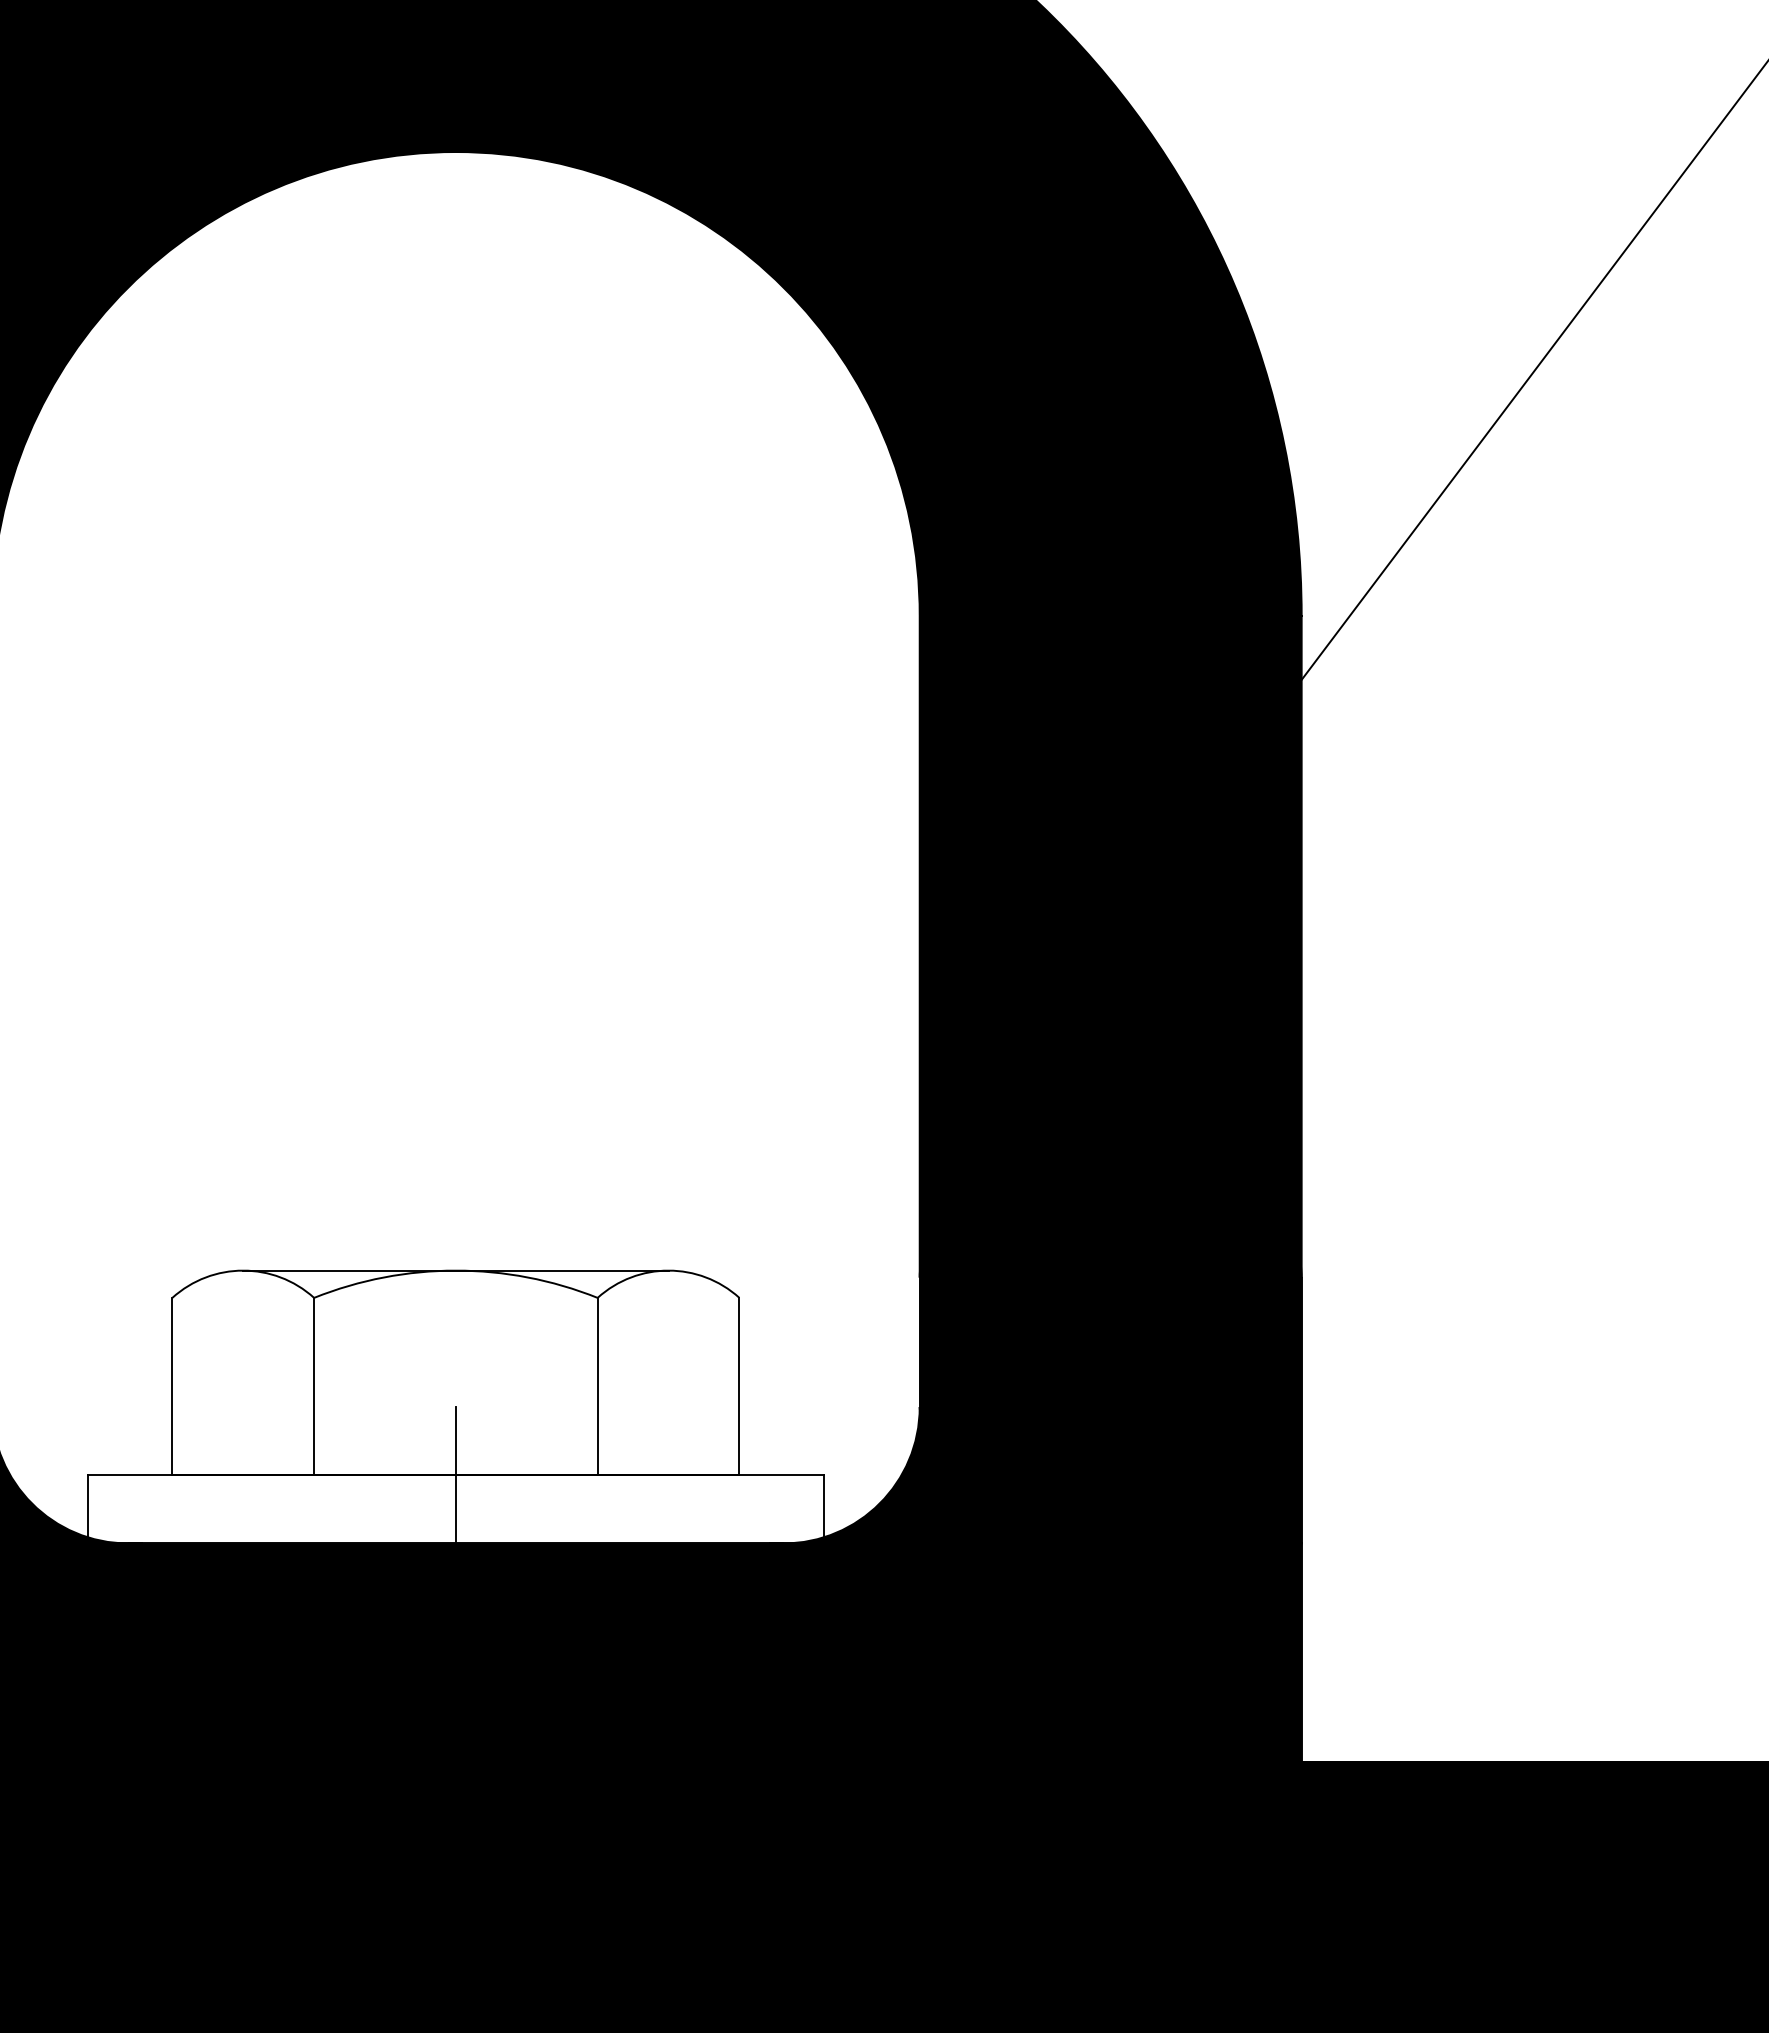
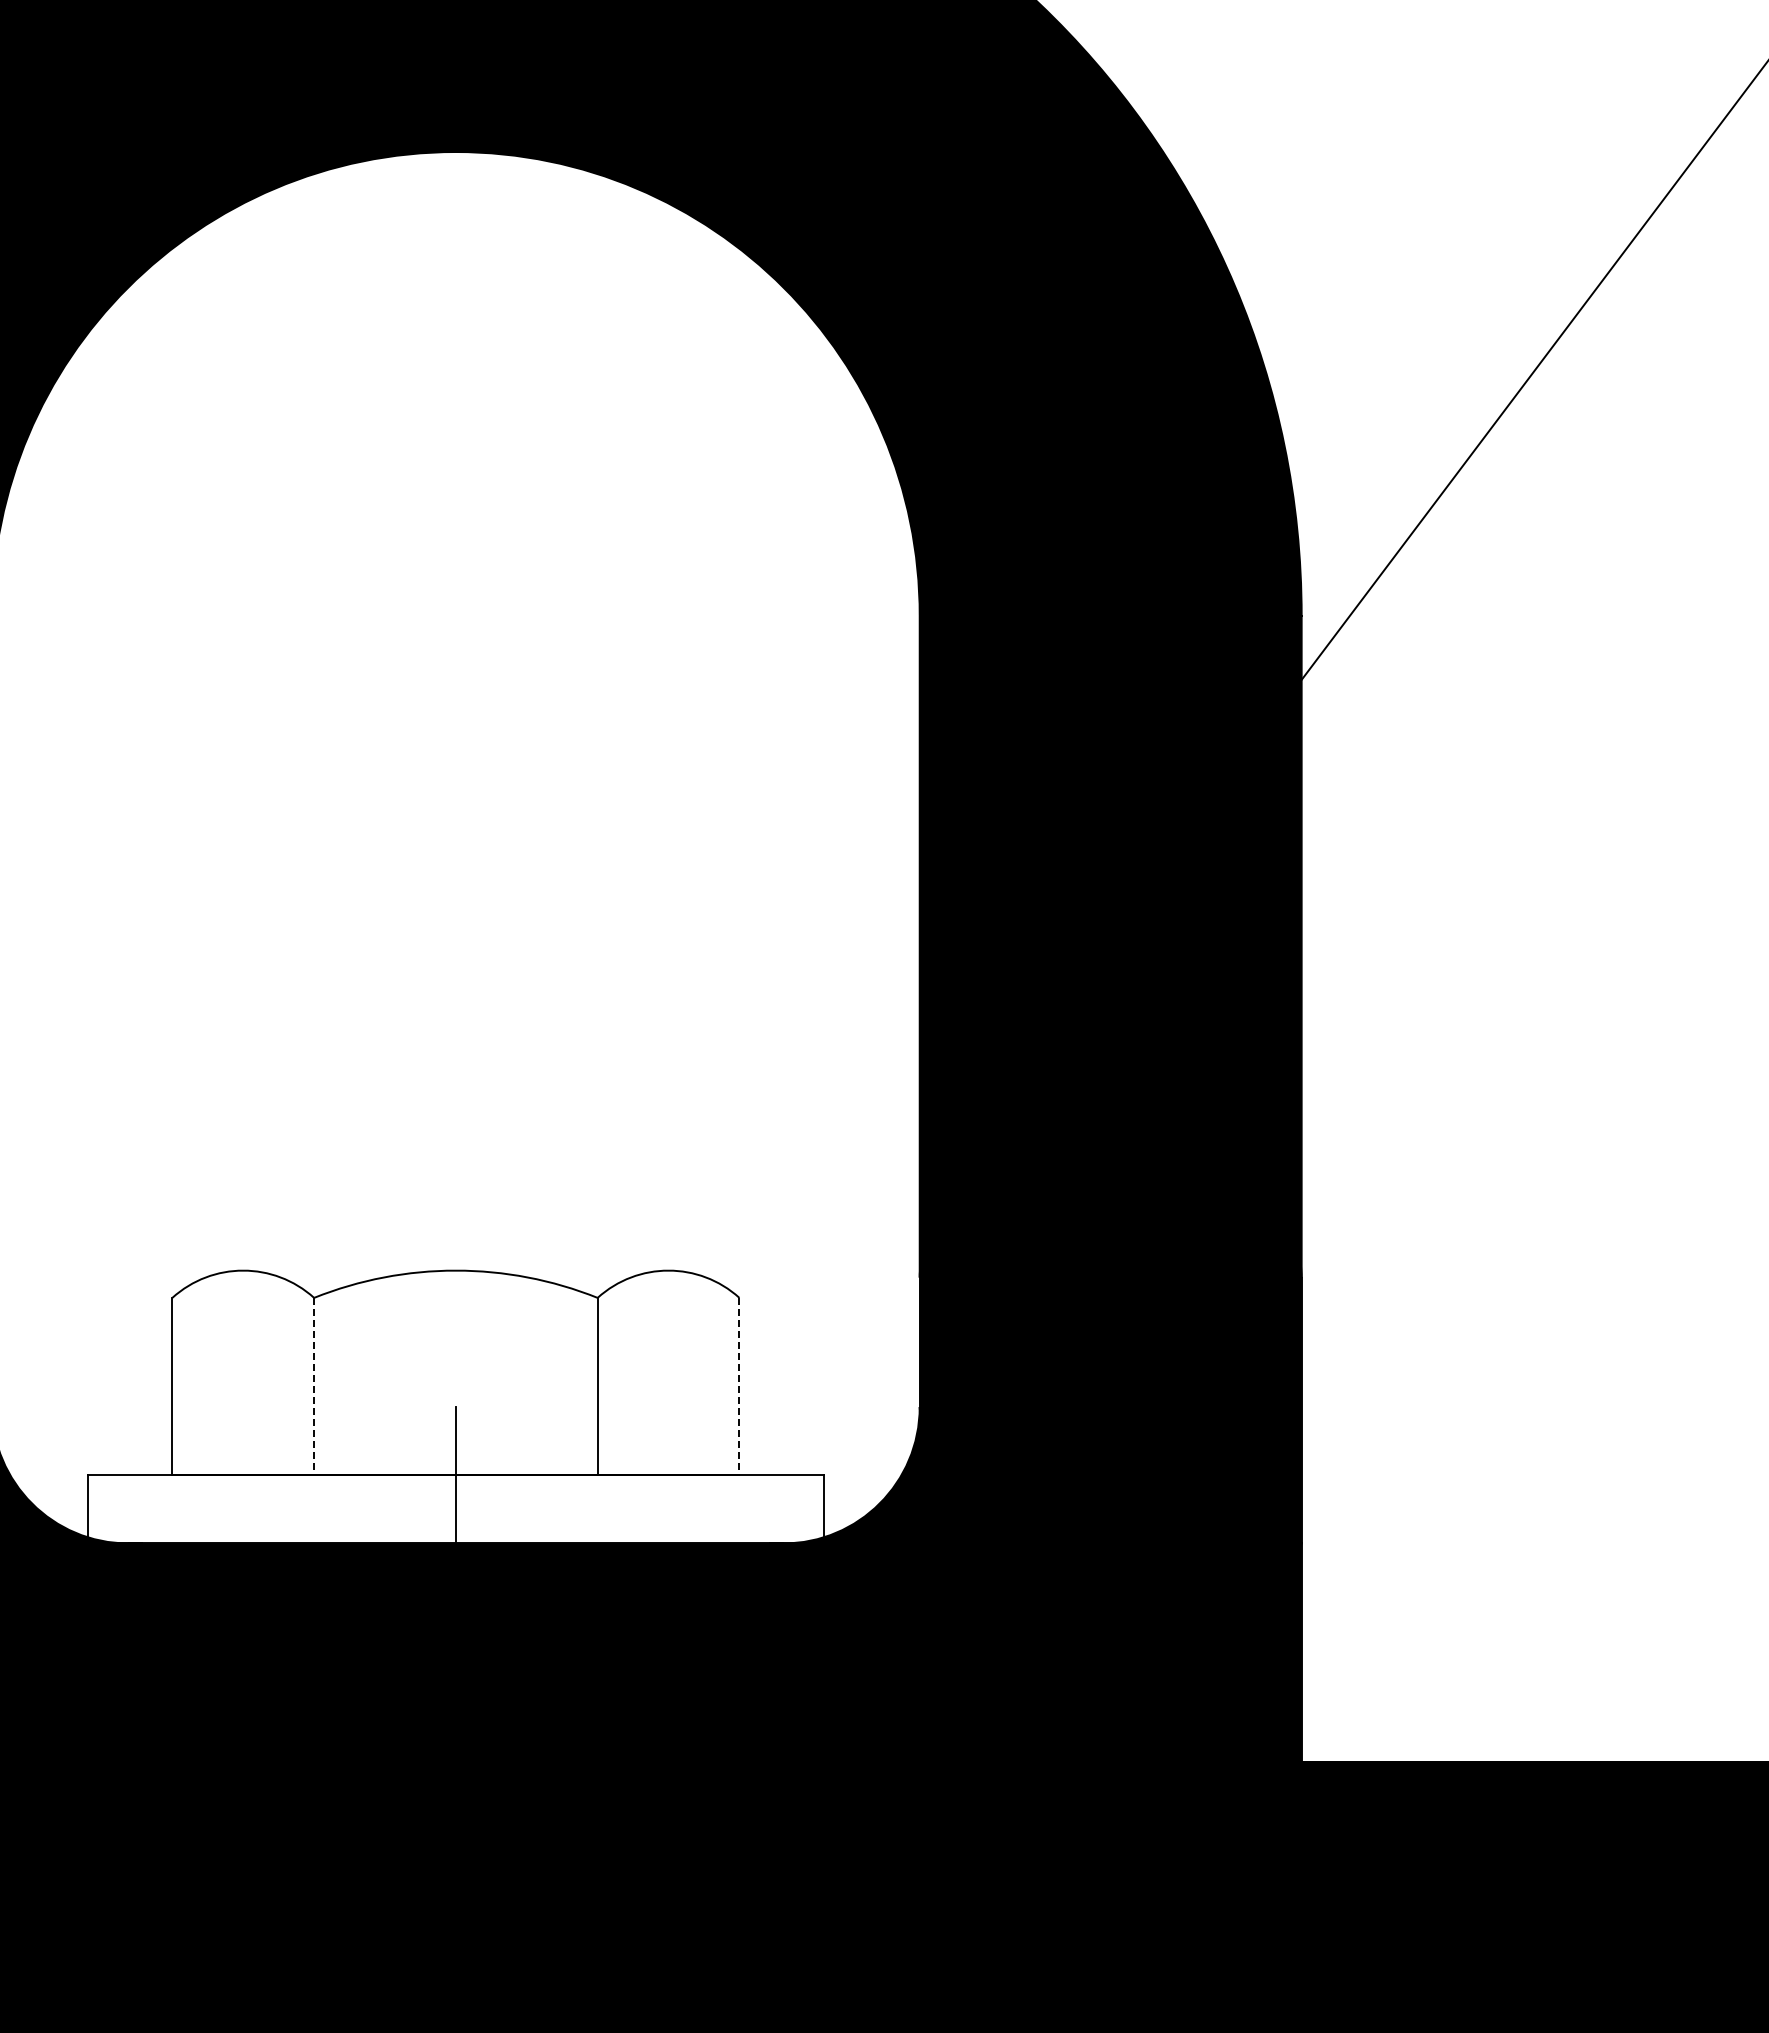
line at (455, 1270): present -> none
line at (314, 1386): solid -> dashed
line at (739, 1386): solid -> dashed
